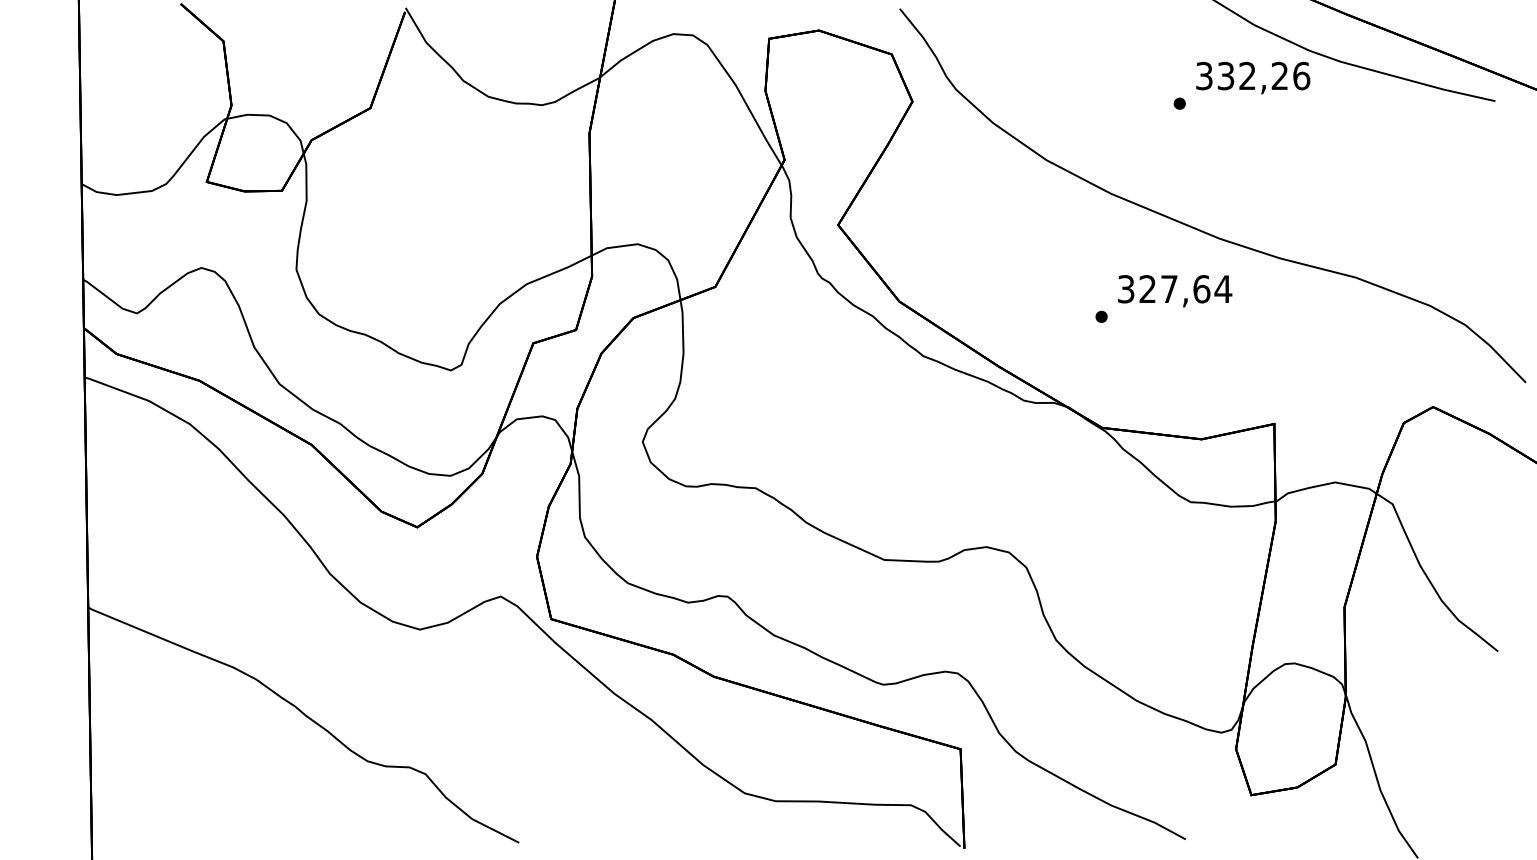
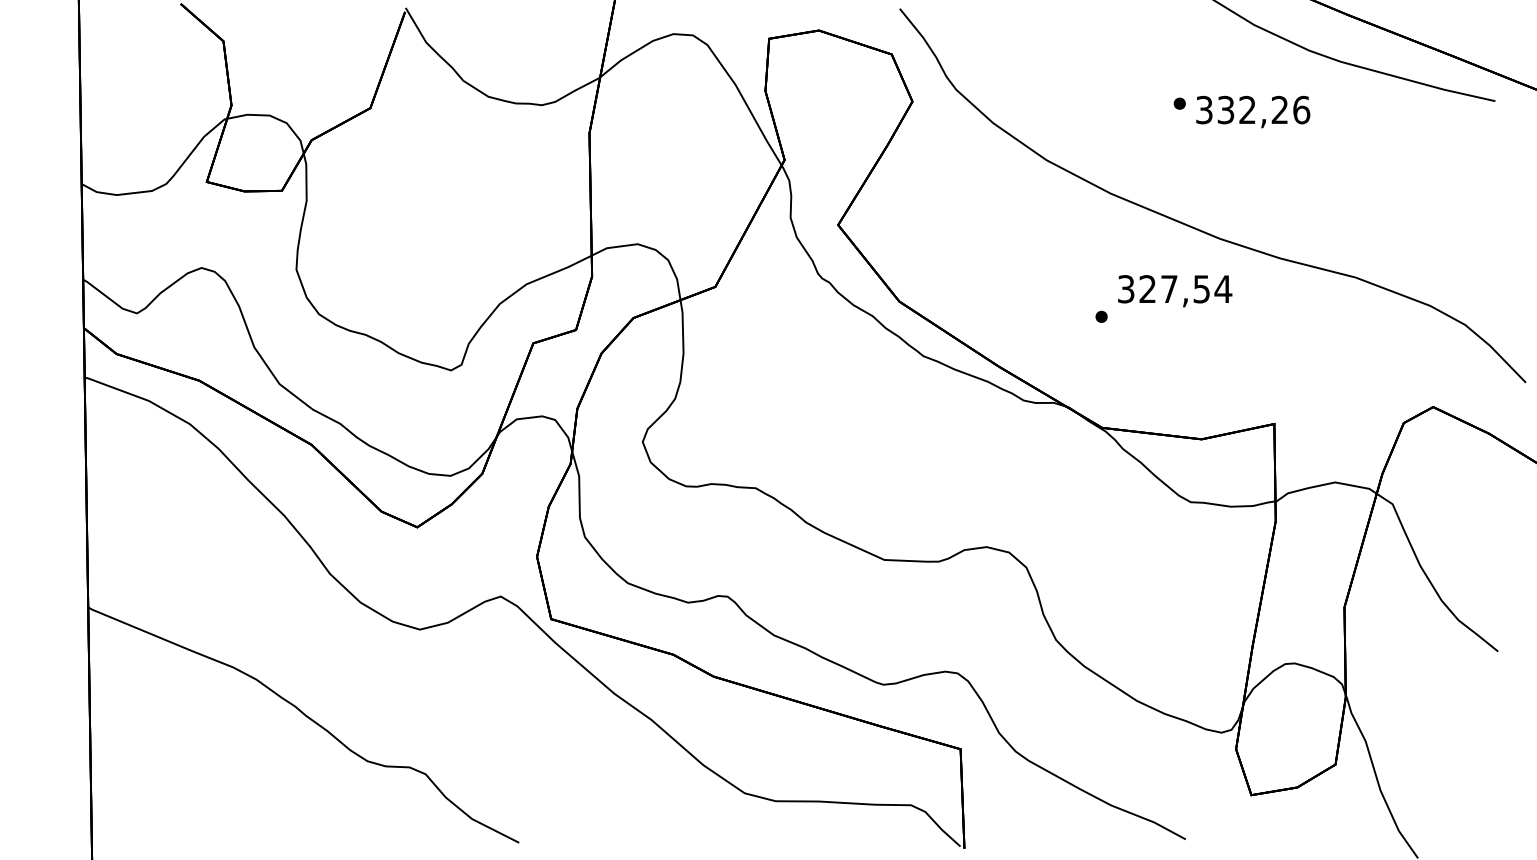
text at (1253, 77) position: (1253, 77) -> (1253, 111)
text at (1201, 289): 327,64 -> 327,54
